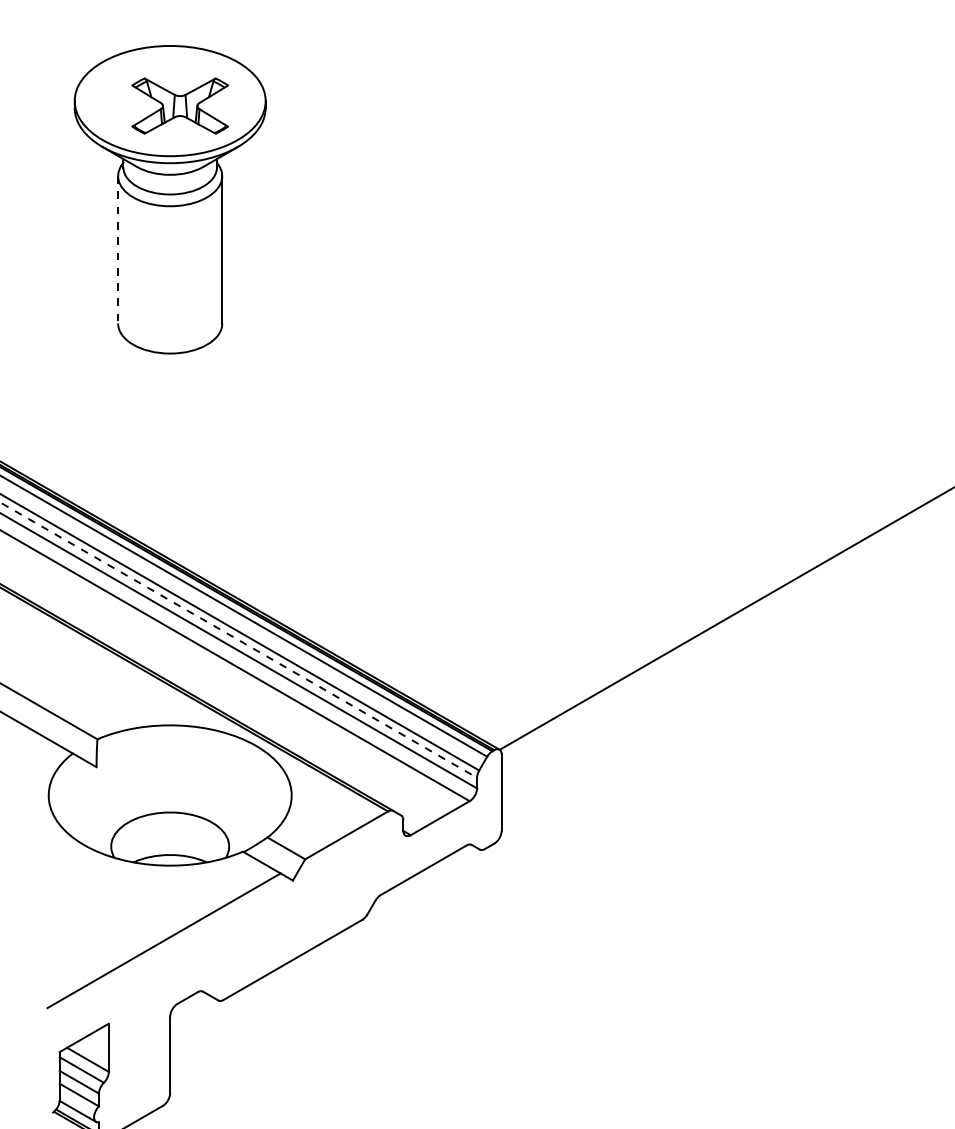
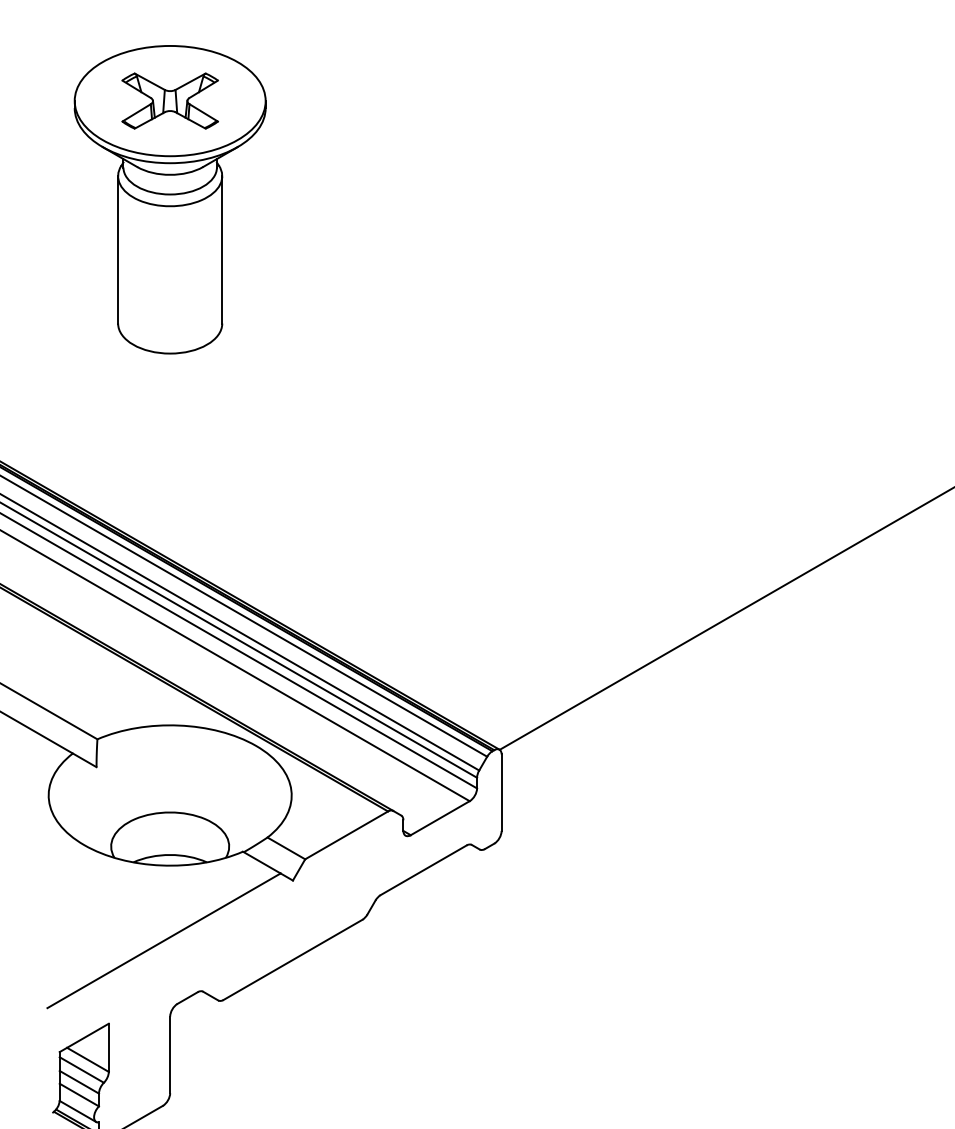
part at (179, 105) position: (179, 105) -> (169, 100)
line at (118, 249): dashed -> solid
line at (238, 640): dashed -> solid
